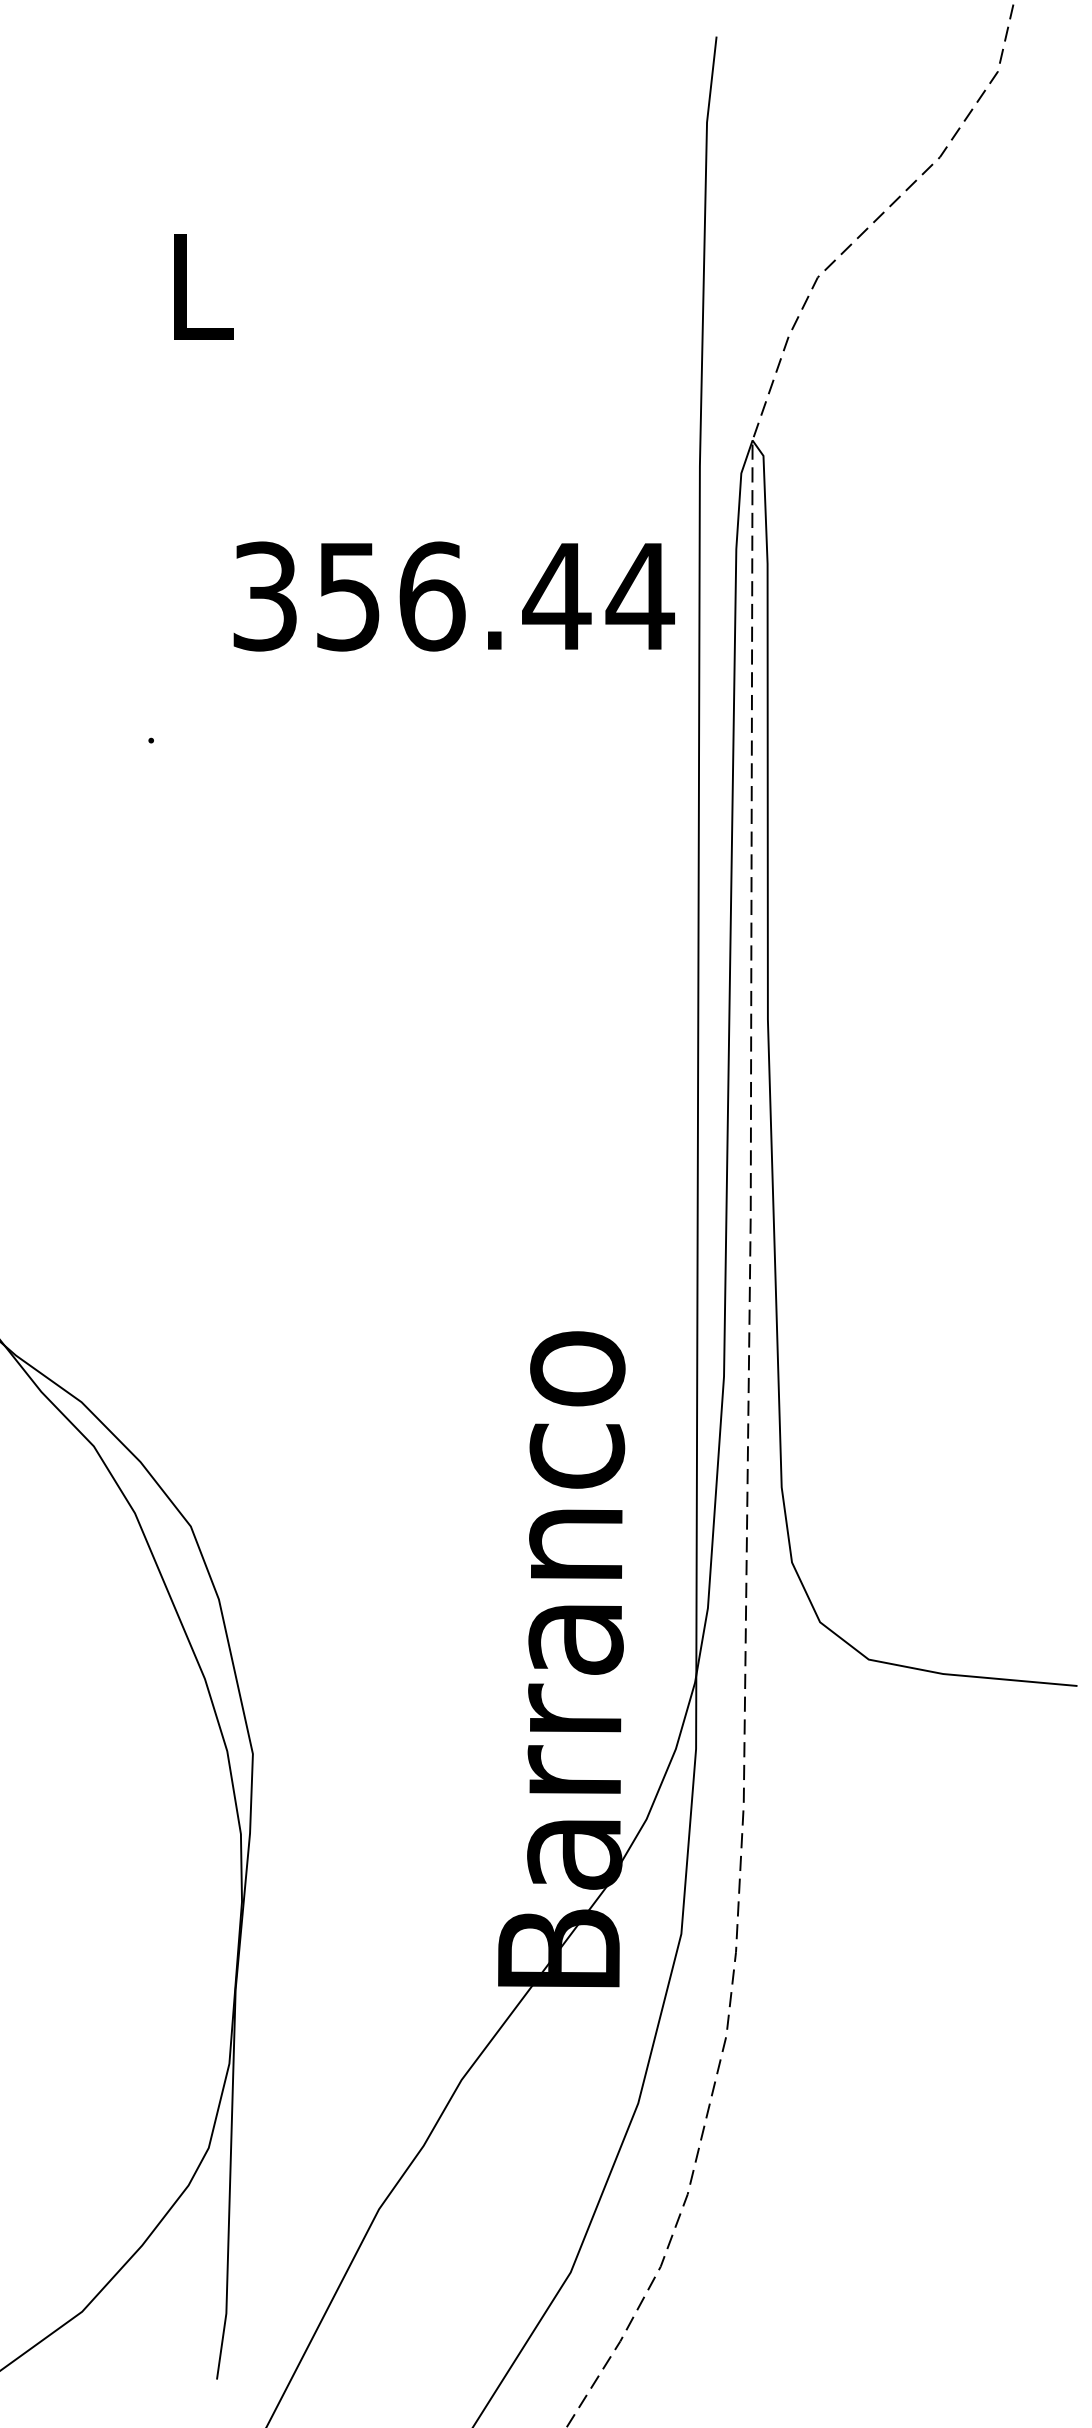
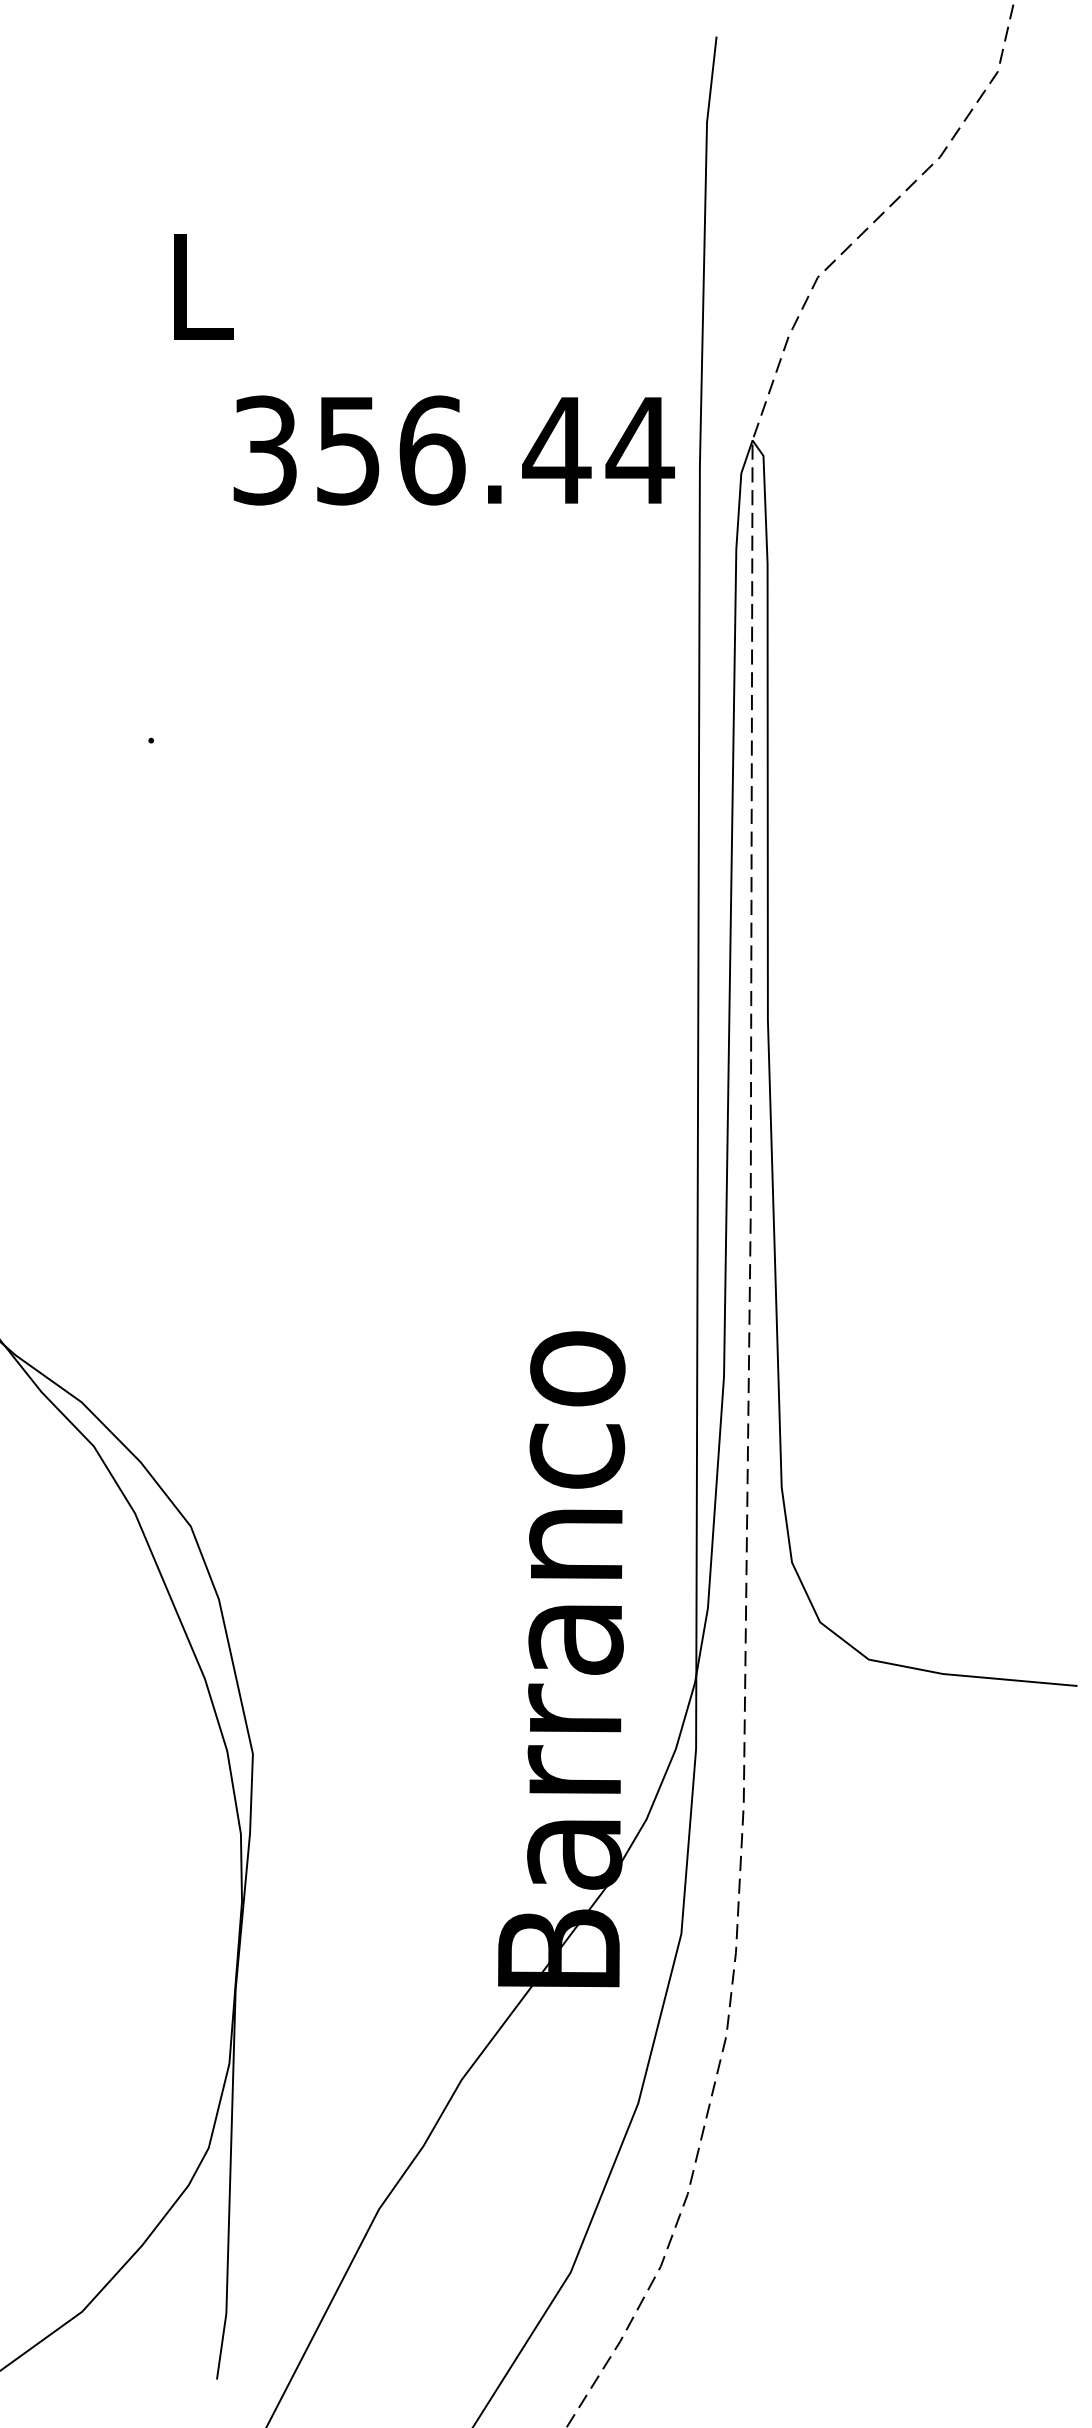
text at (453, 596) position: (453, 596) -> (453, 450)
